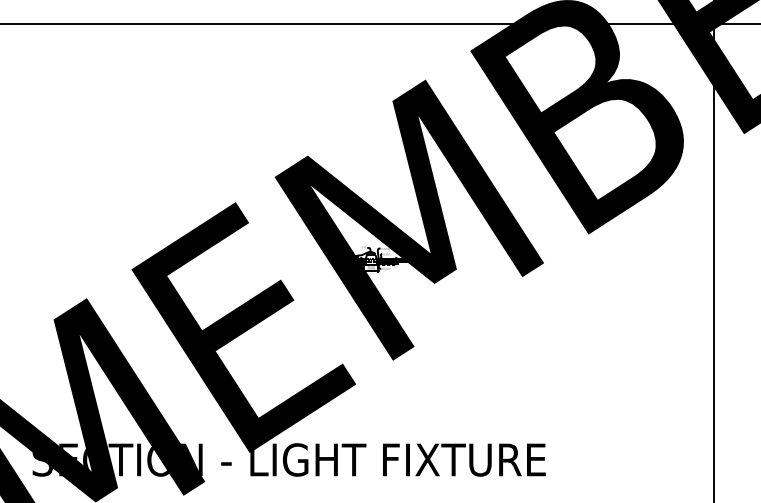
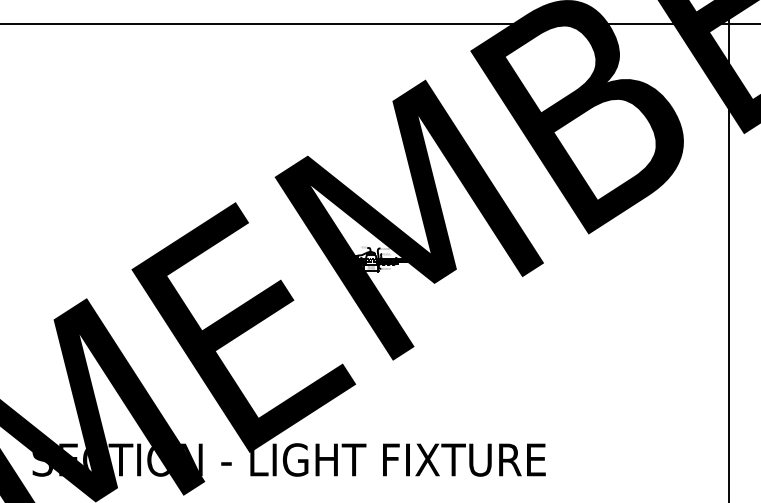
line at (713, 250) position: (713, 250) -> (728, 250)
